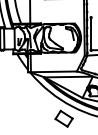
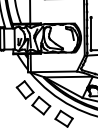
part at (33, 97): none -> present
